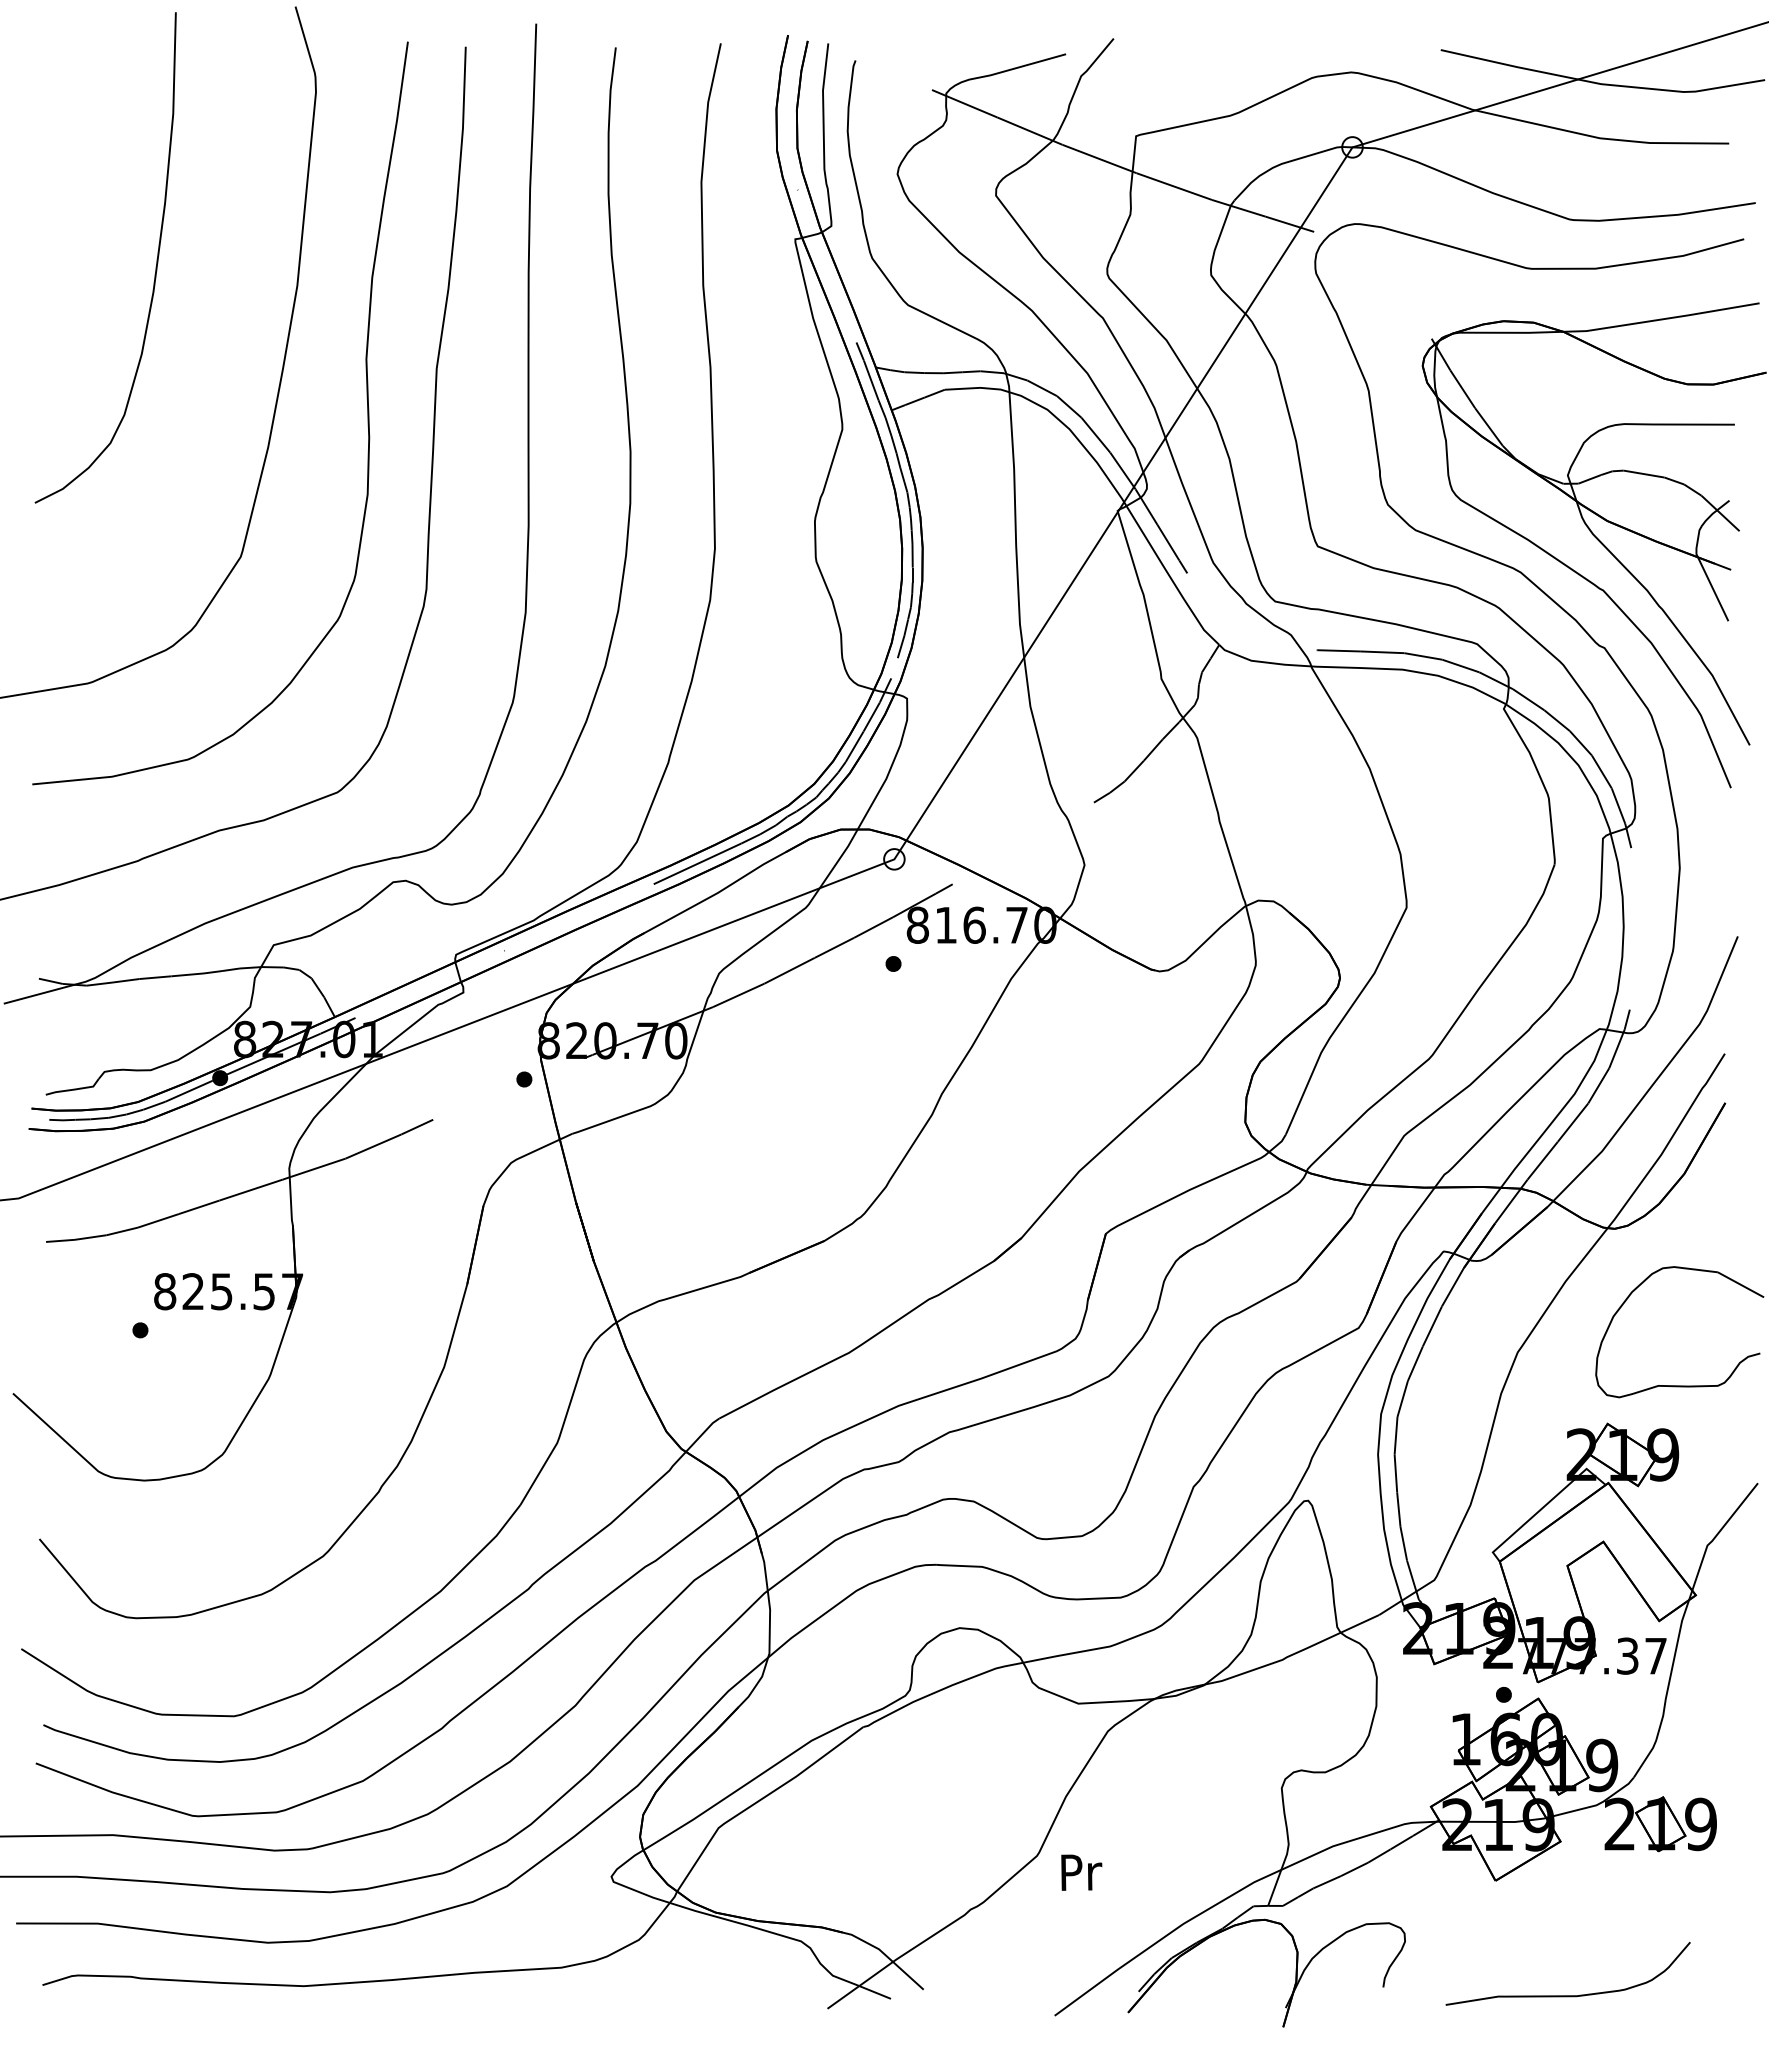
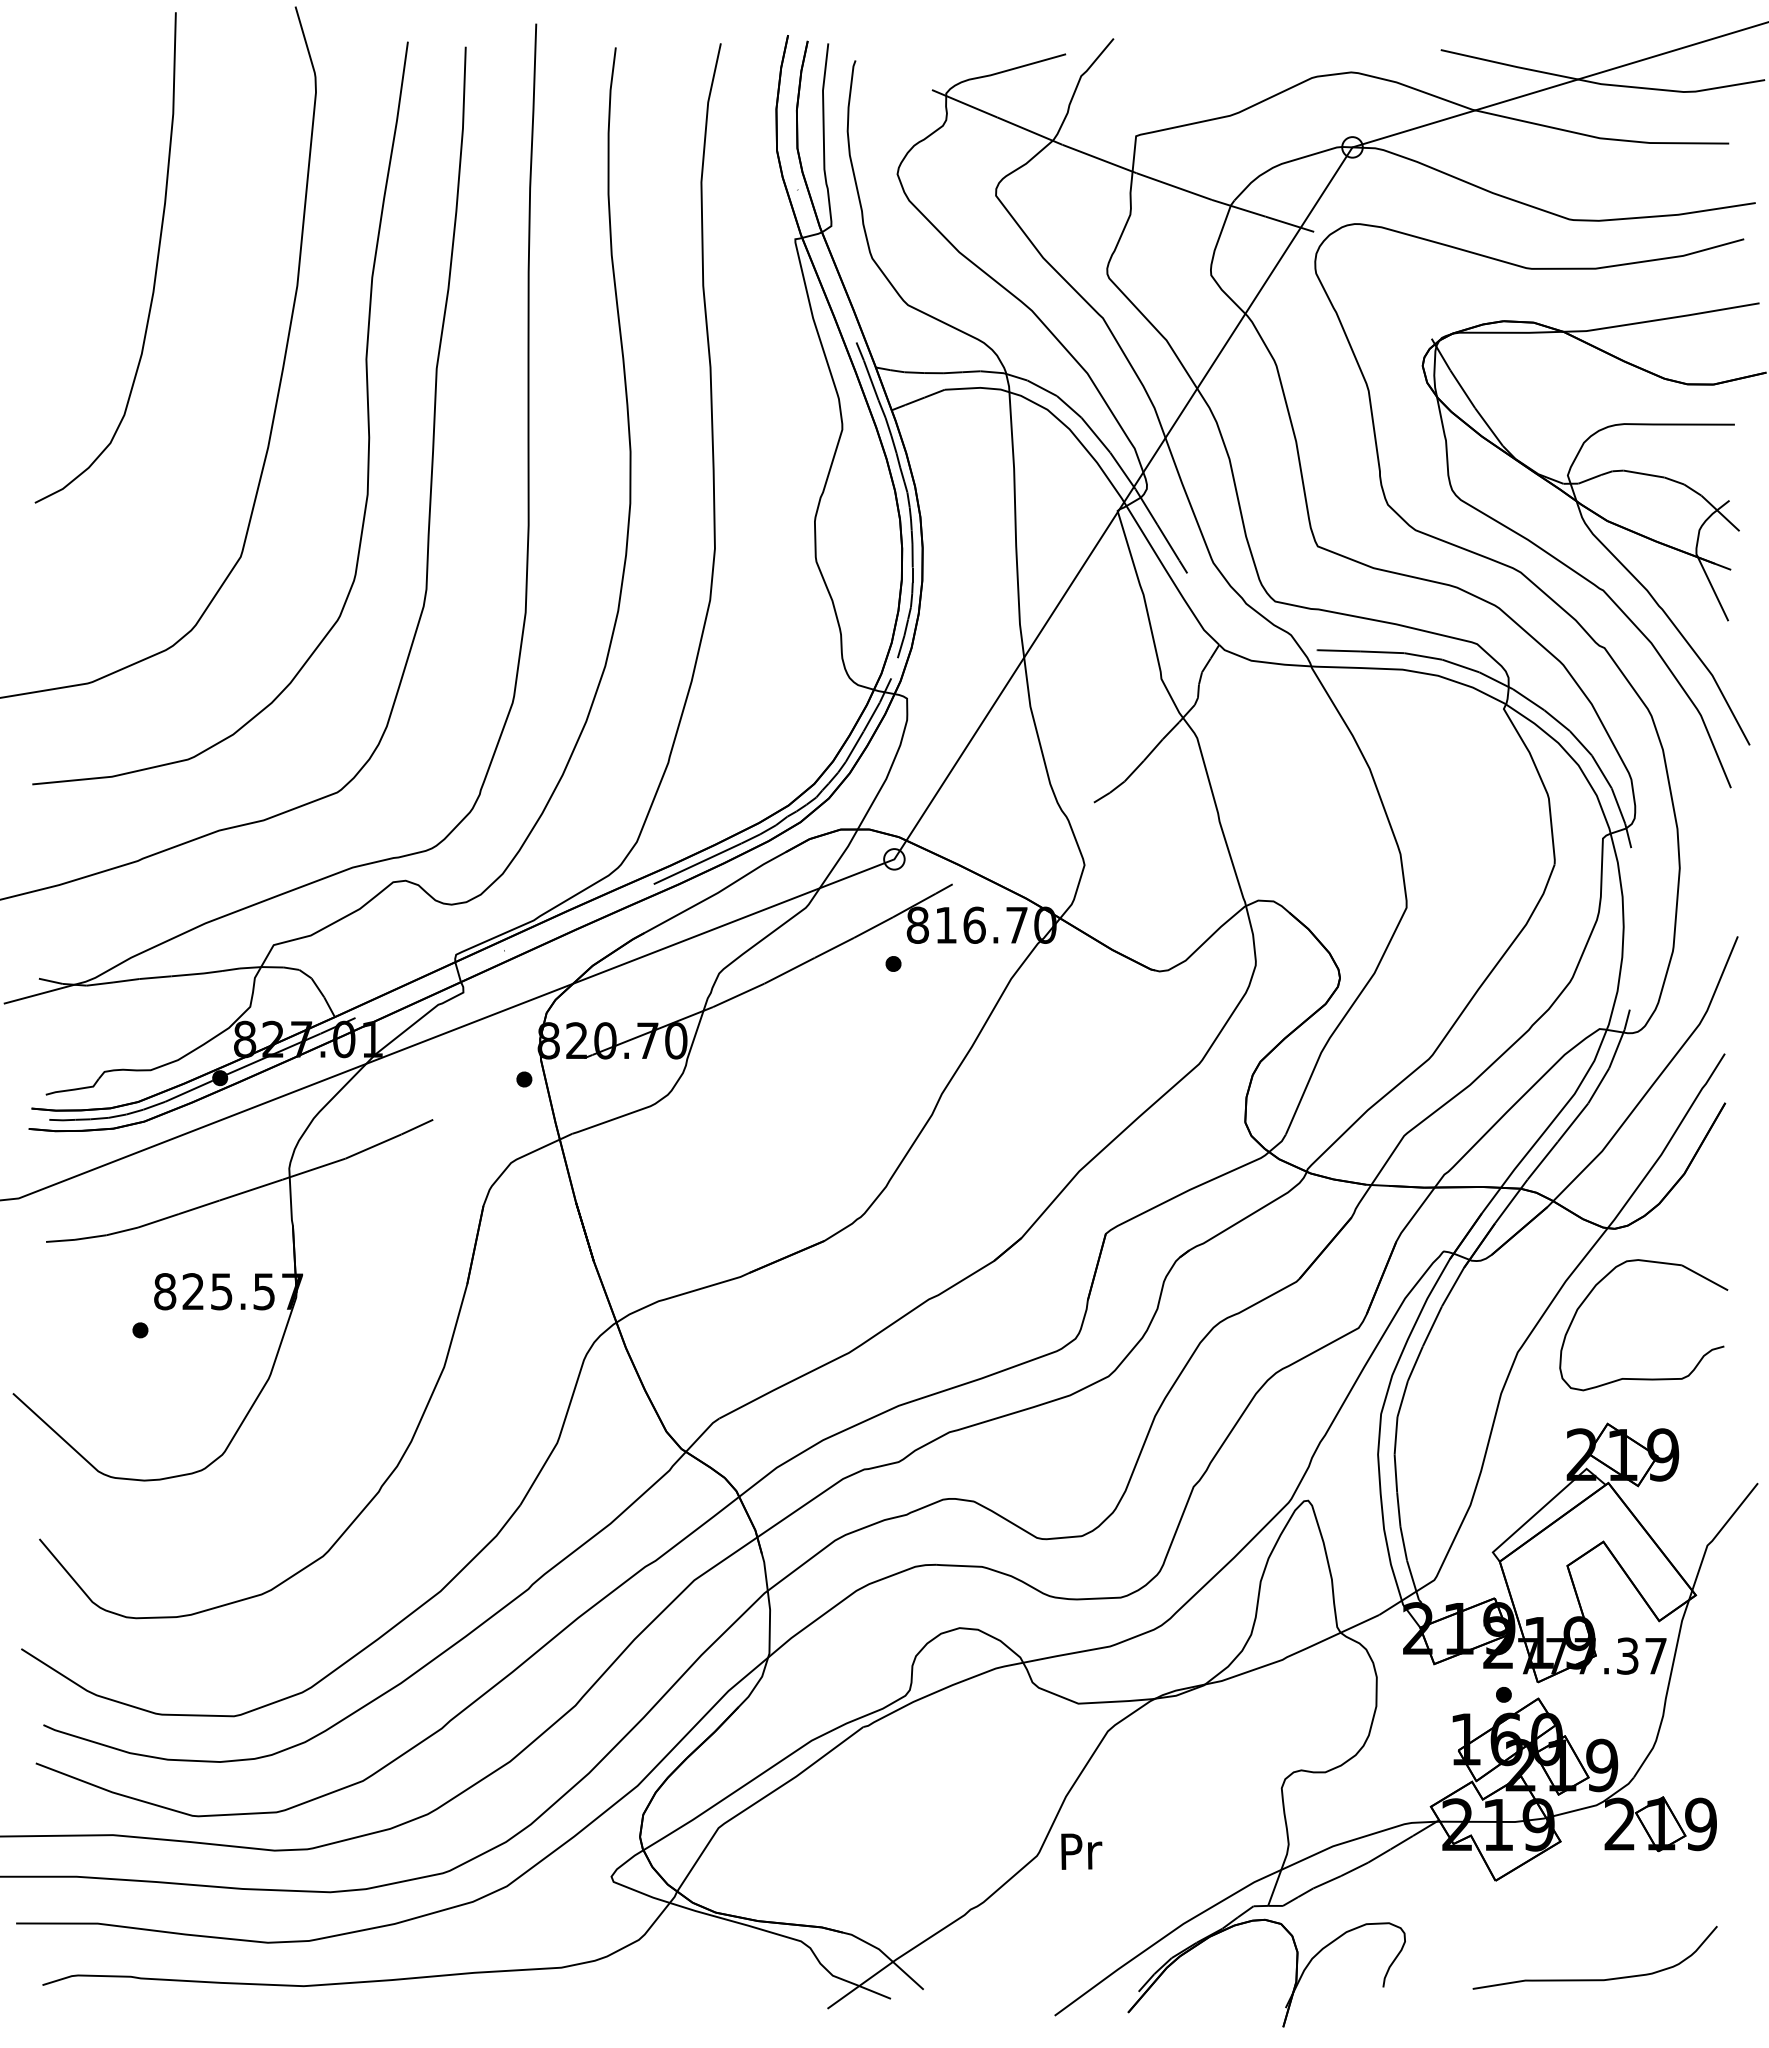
part at (1679, 1385) position: (1679, 1385) -> (1643, 1378)
text at (1081, 1872) position: (1081, 1872) -> (1081, 1851)
curve at (1567, 1995) position: (1567, 1995) -> (1594, 1979)
